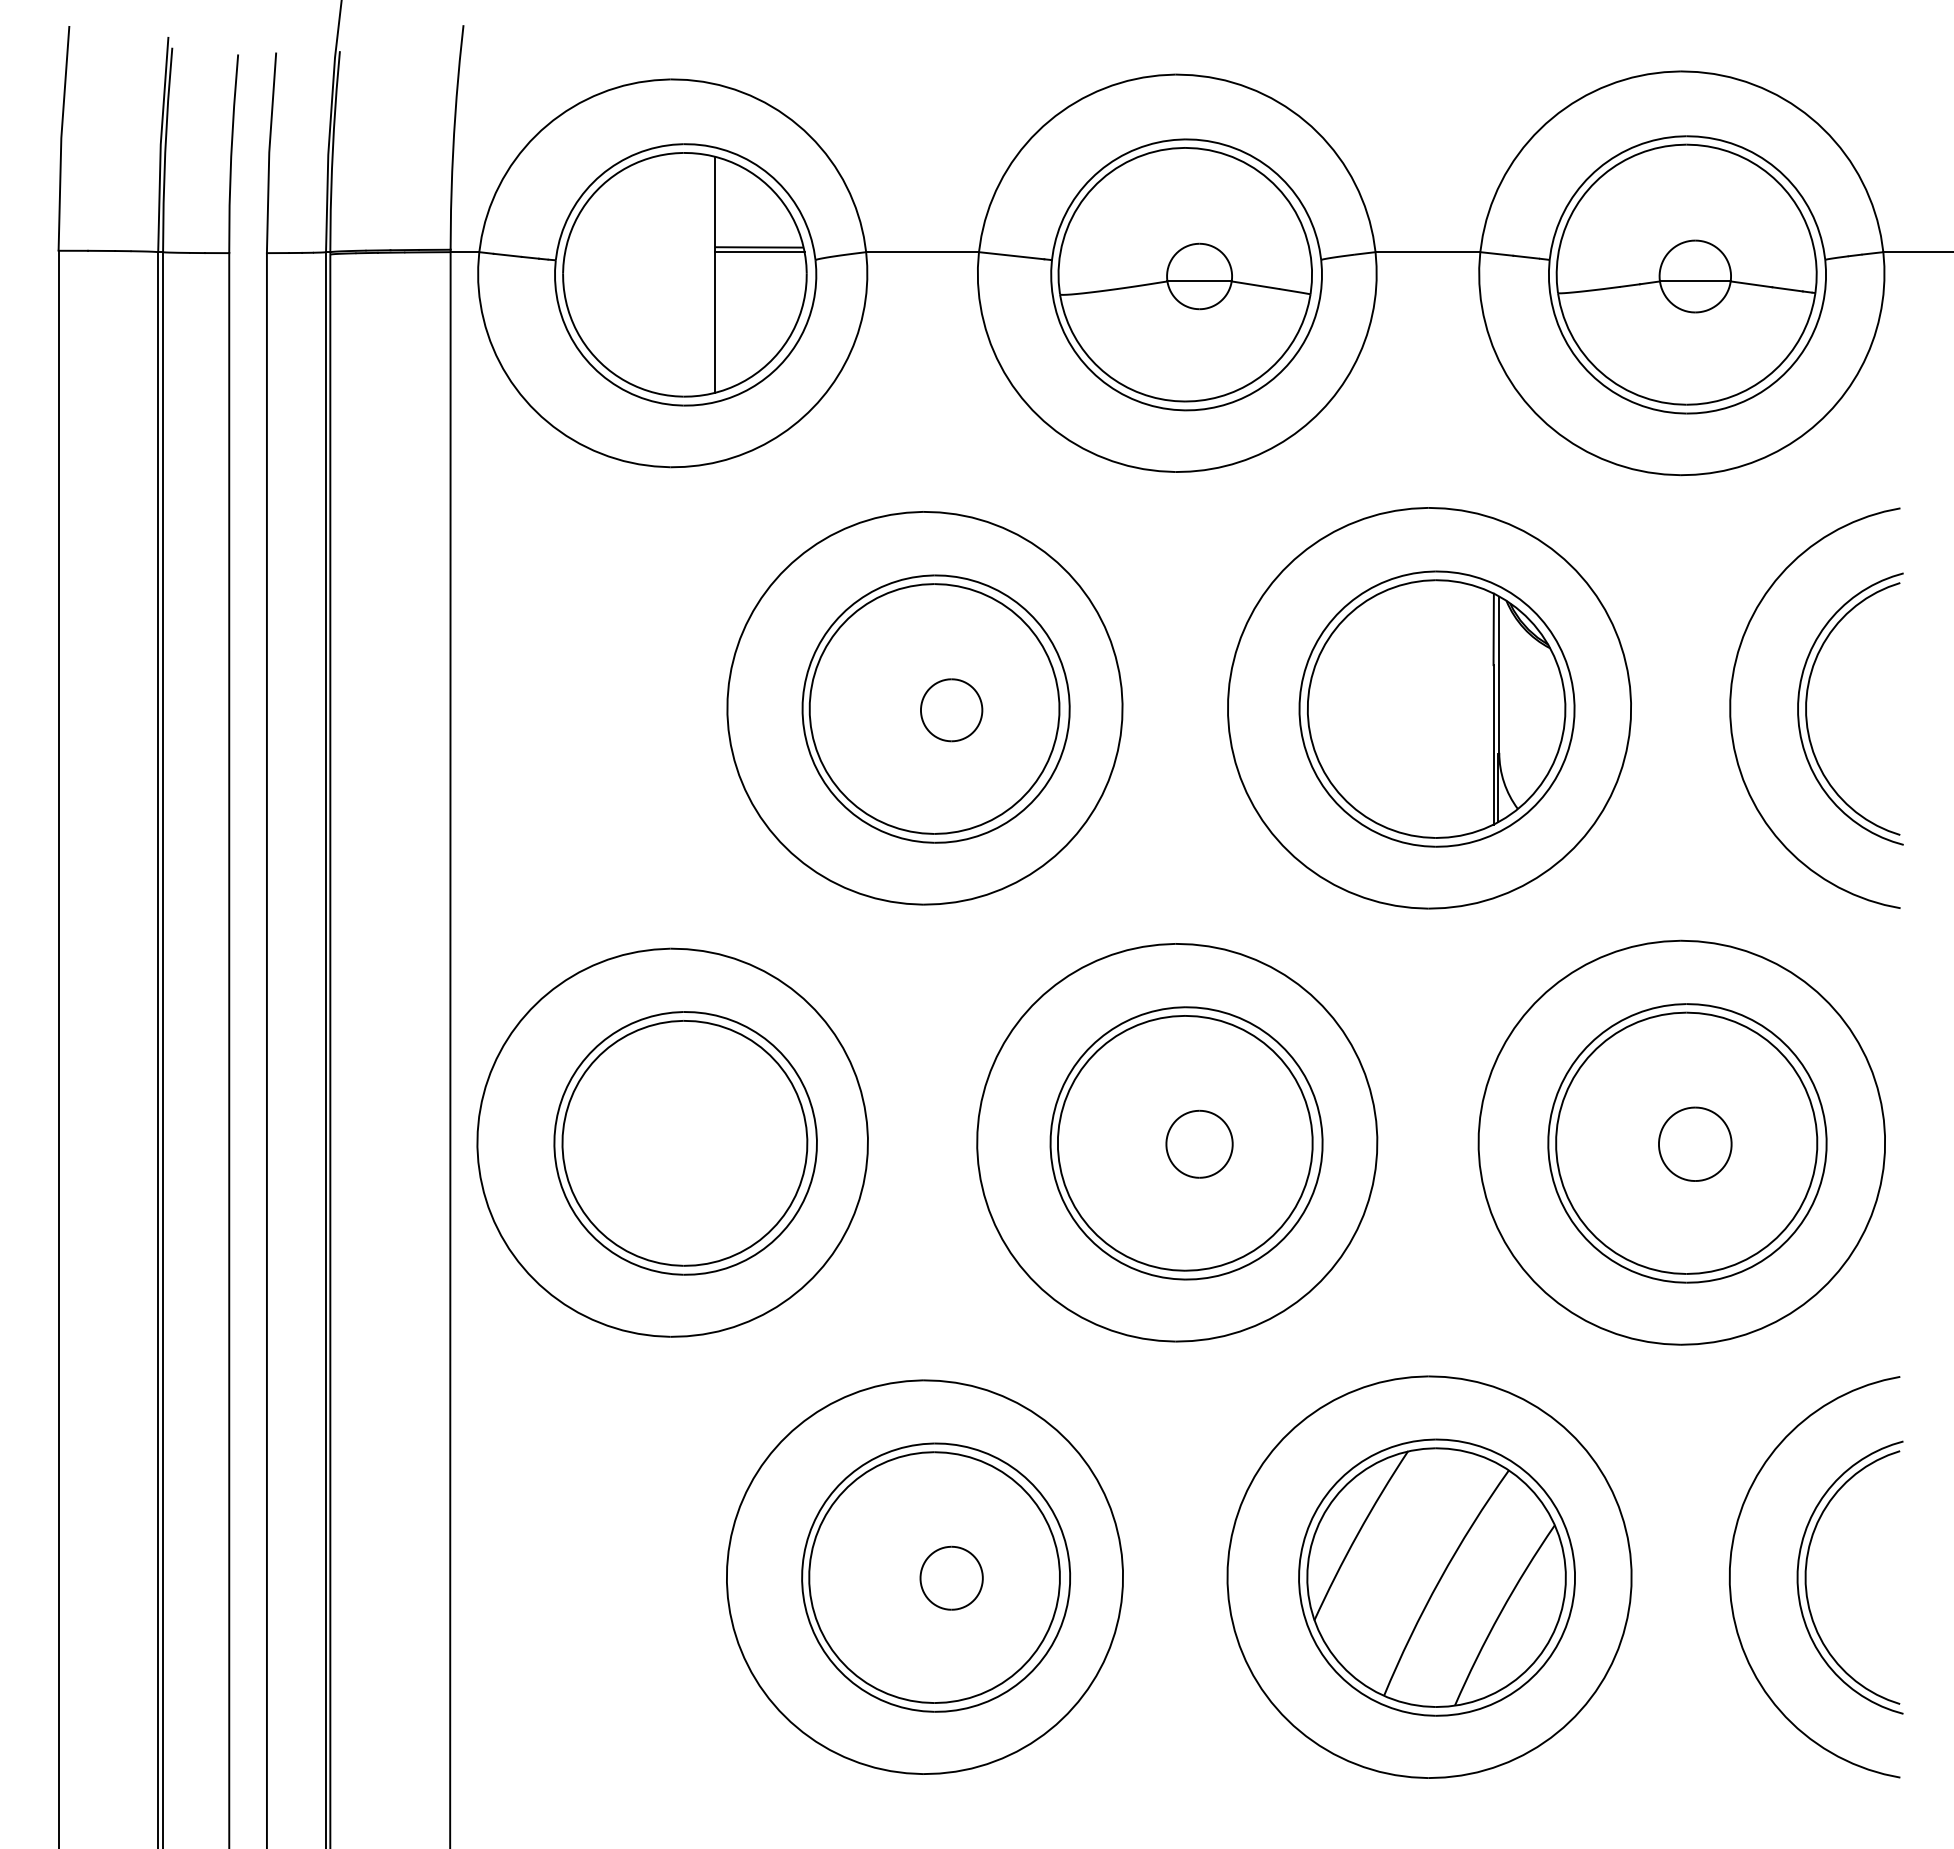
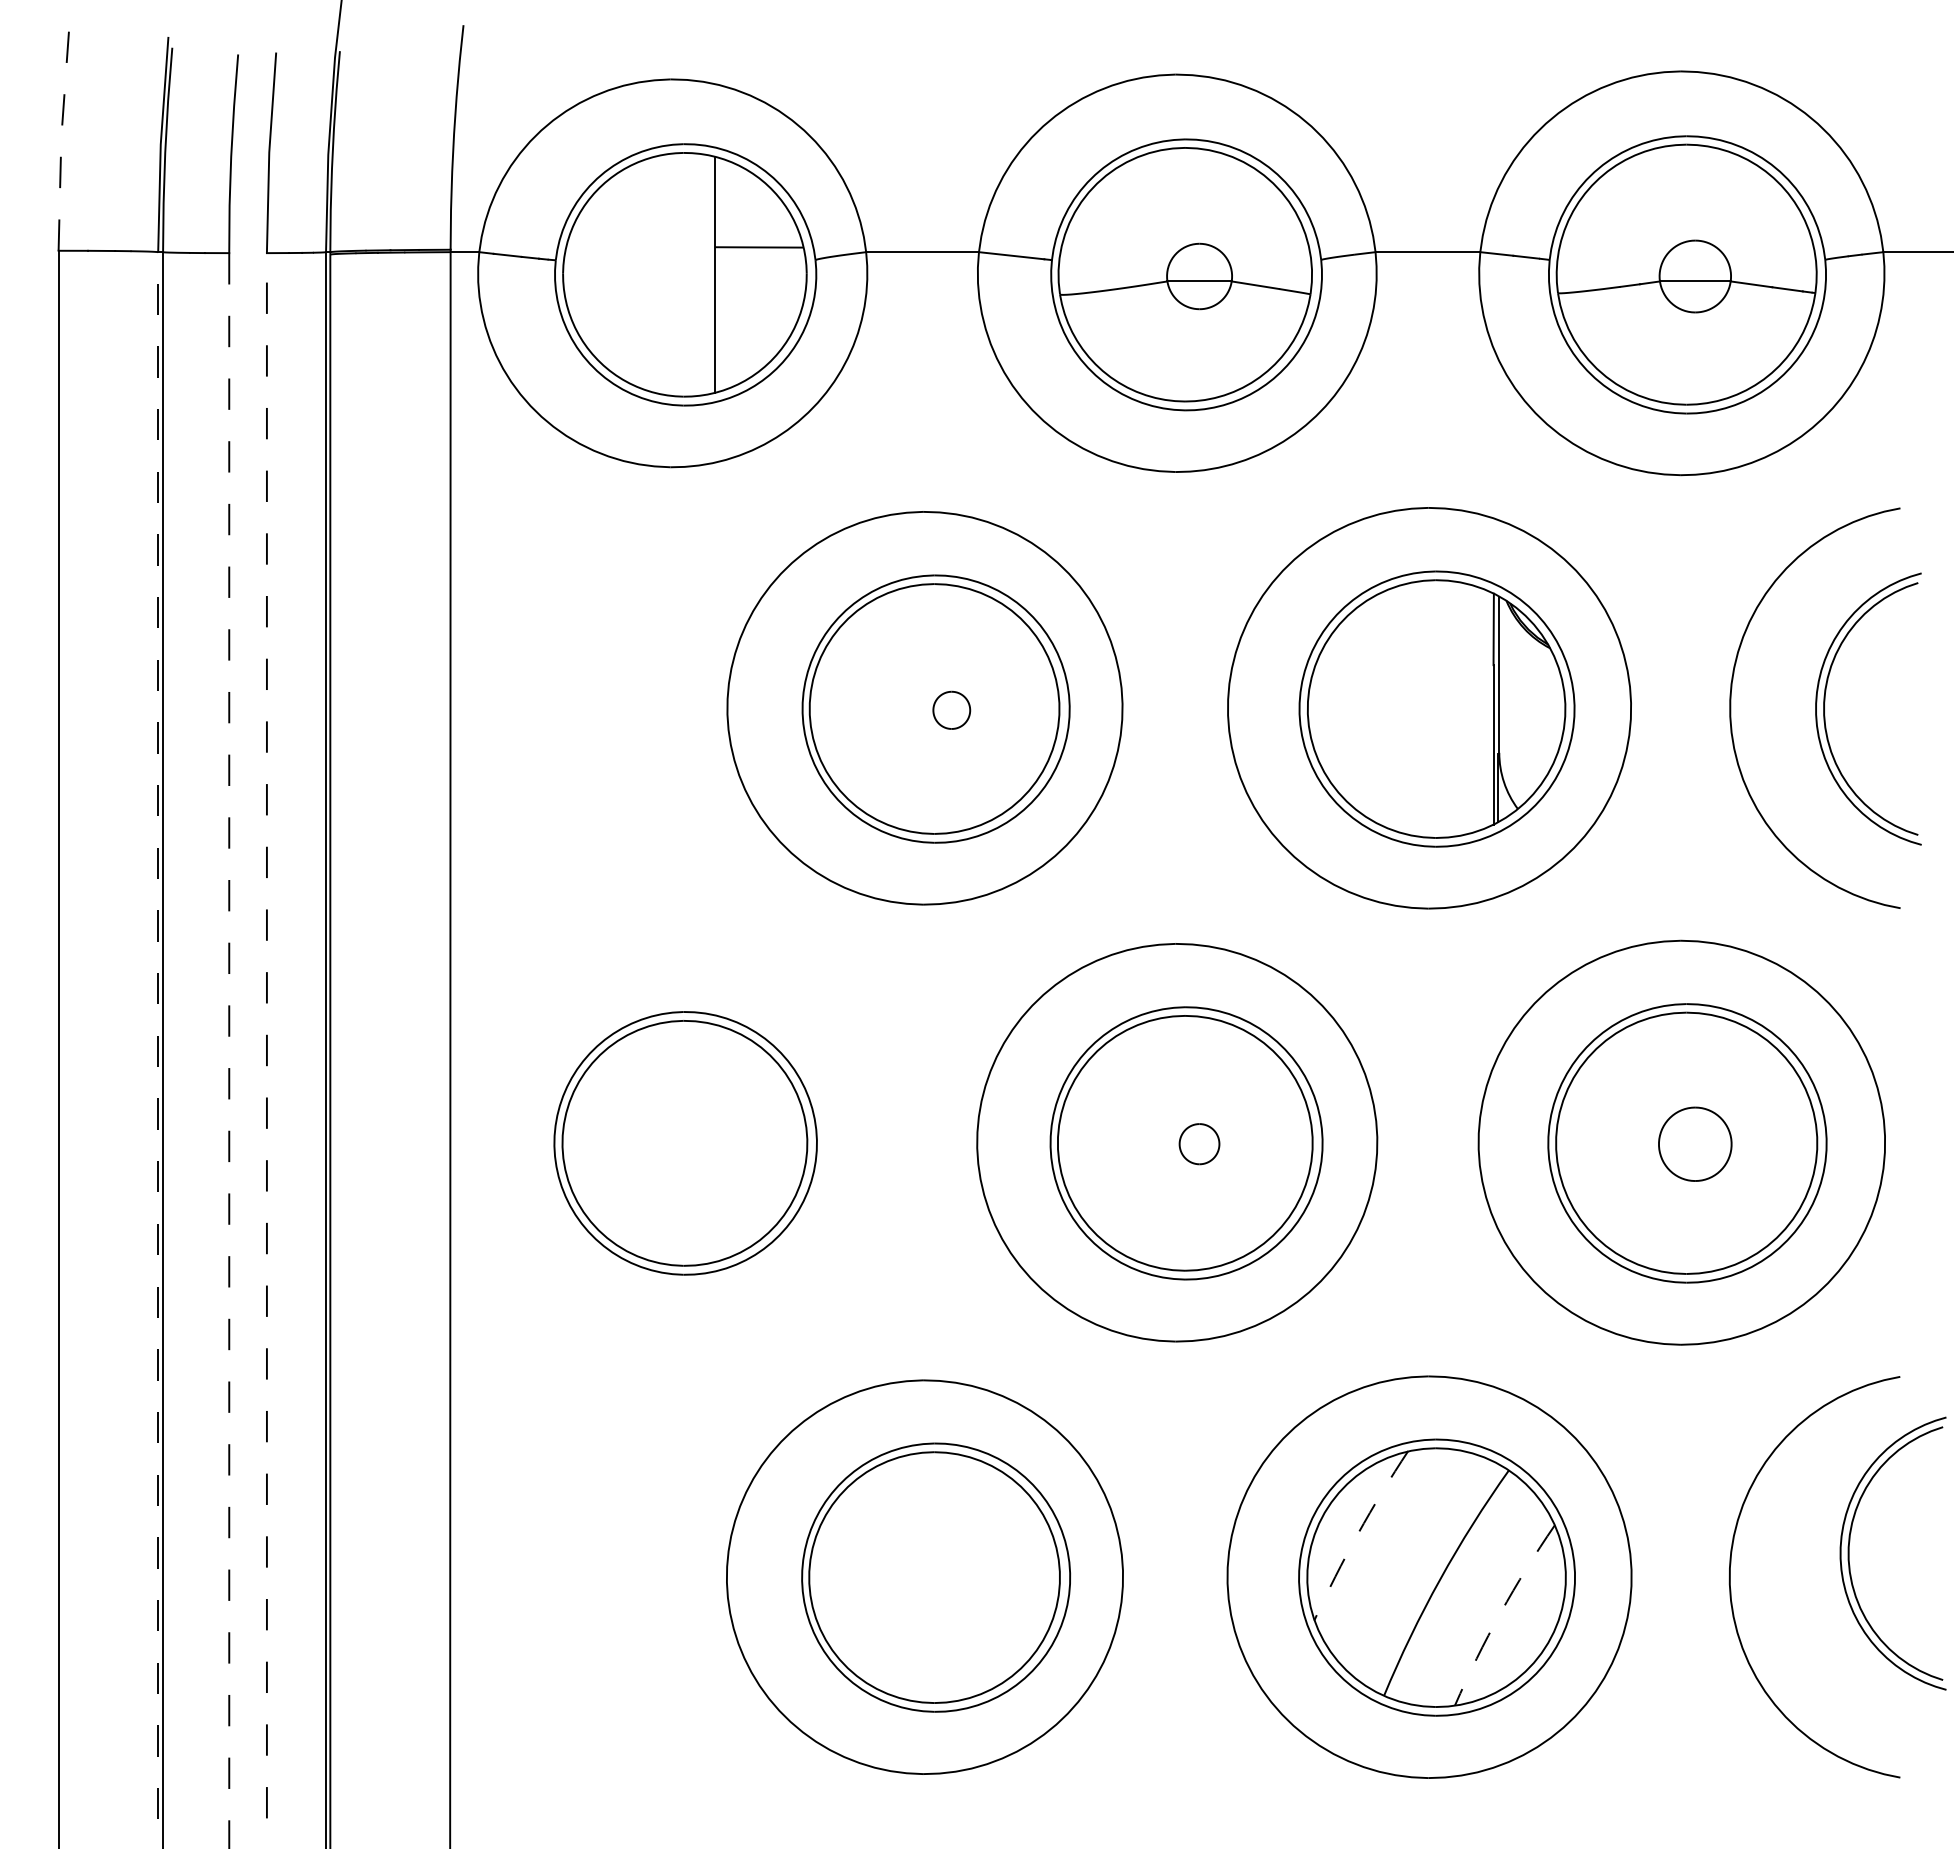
line at (61, 138): solid -> dashed
line at (759, 252): present -> none
part at (1807, 702) position: (1807, 702) -> (1825, 702)
part at (951, 710) size: 64x65 px -> 40x40 px
line at (158, 1050): solid -> dashed
line at (266, 1050): solid -> dashed
line at (229, 1051): solid -> dashed
part at (672, 1142): present -> none
part at (1199, 1143) size: 69x70 px -> 43x43 px
arc at (1357, 1533): solid -> dashed
part at (951, 1577): present -> none
part at (1806, 1577) position: (1806, 1577) -> (1849, 1553)
arc at (1500, 1613): solid -> dashed
